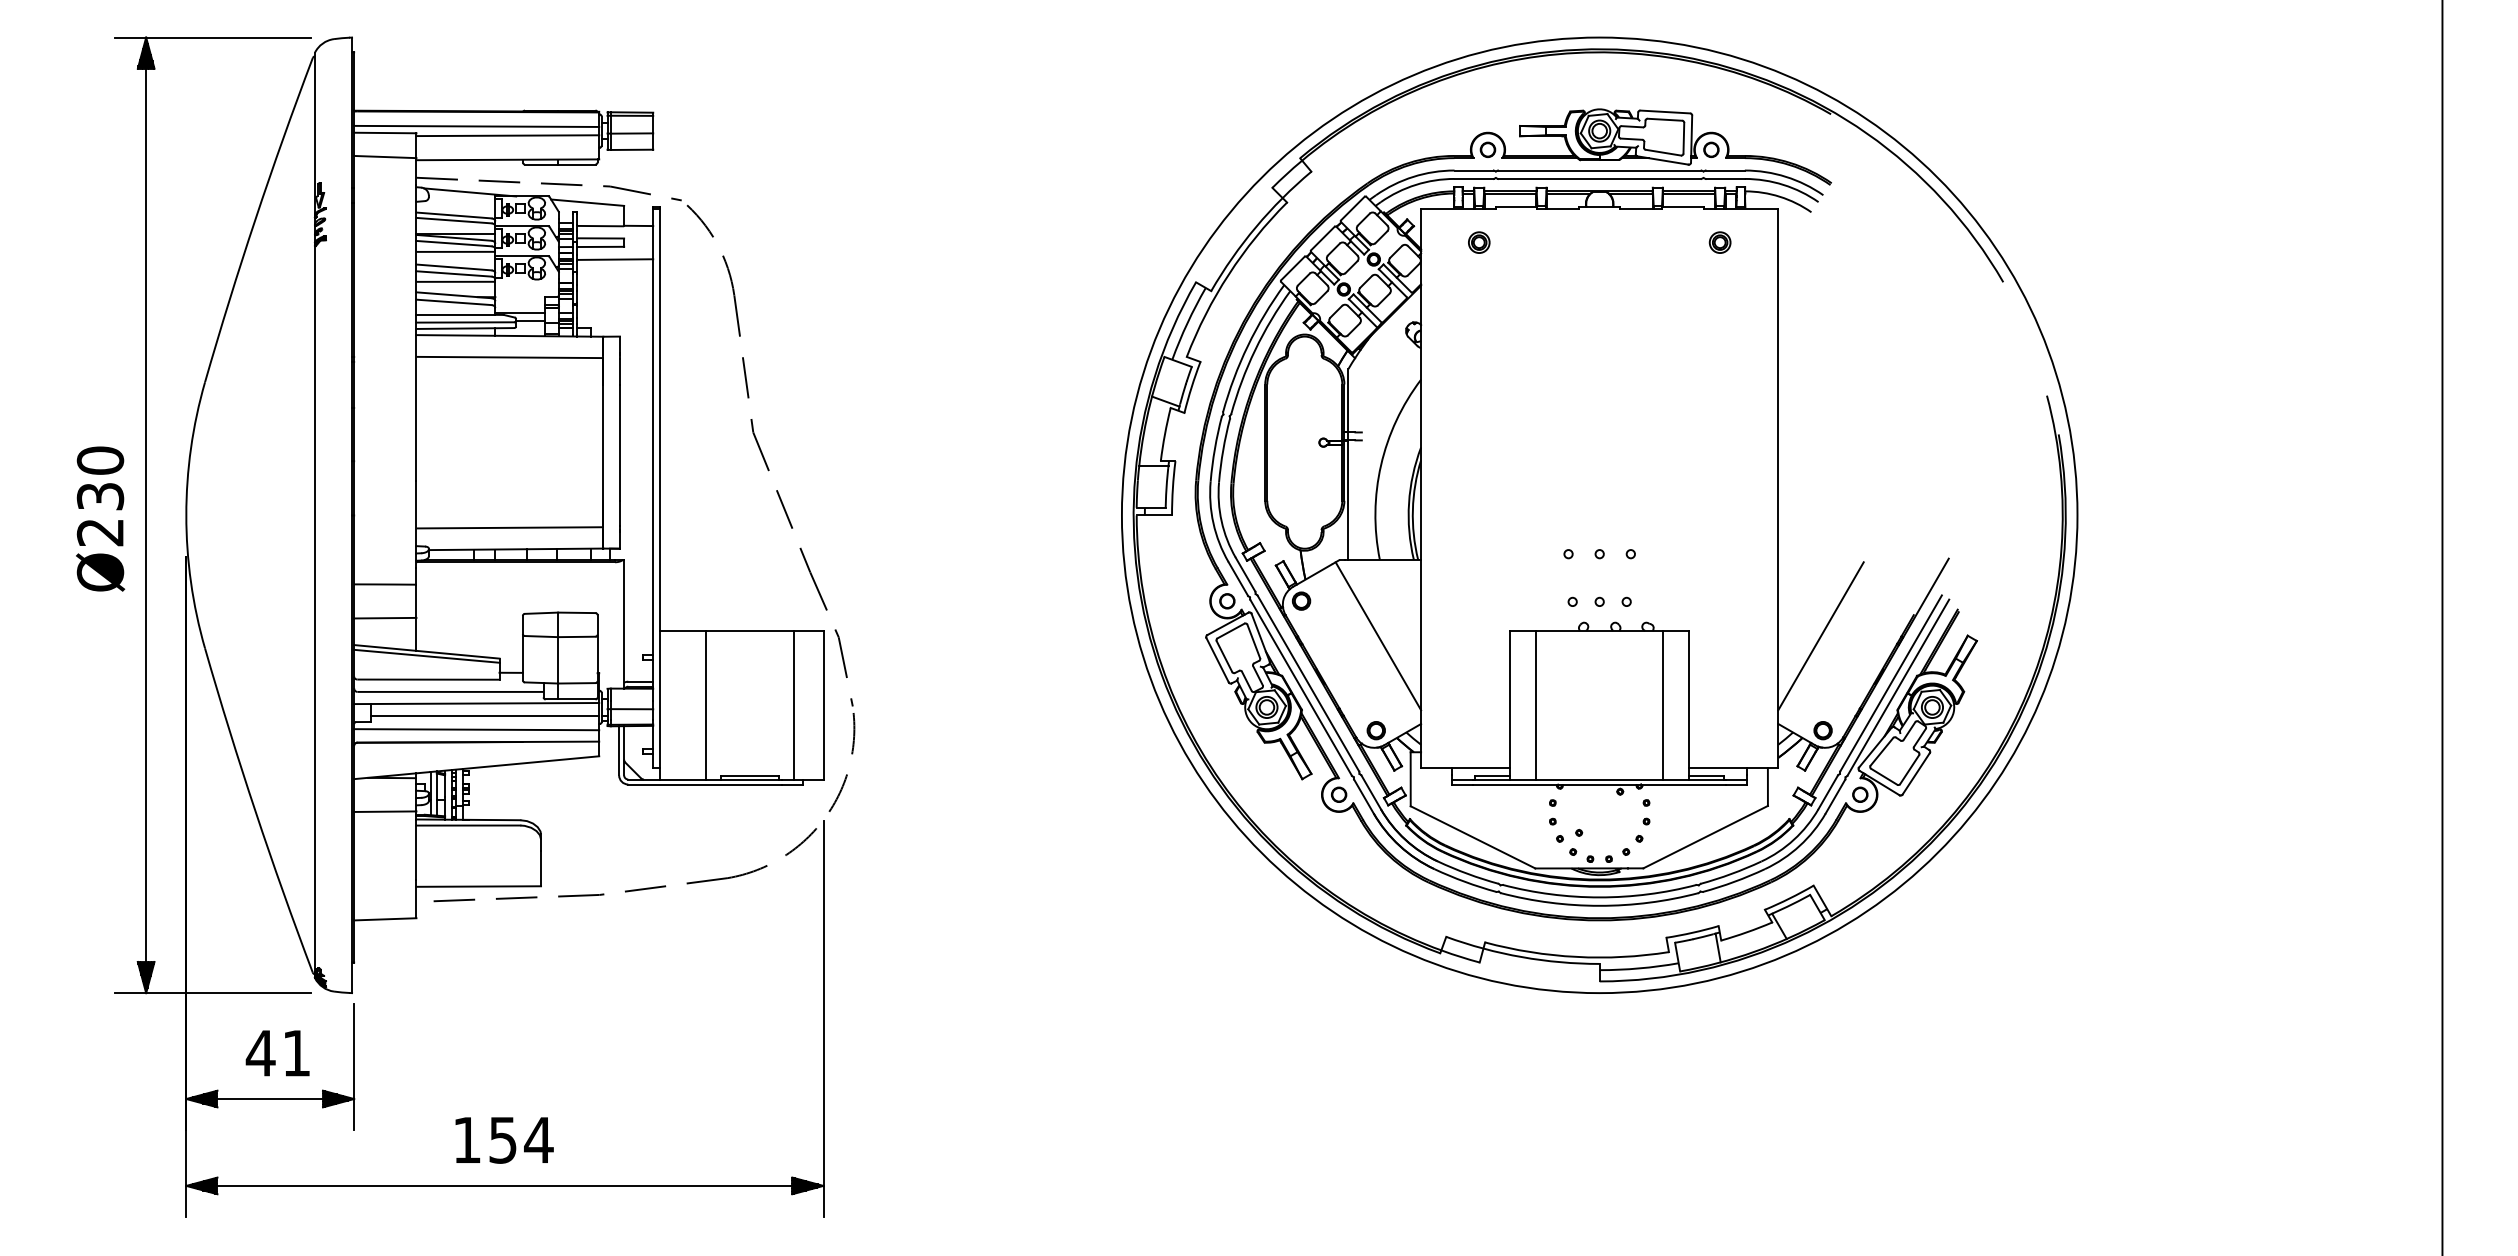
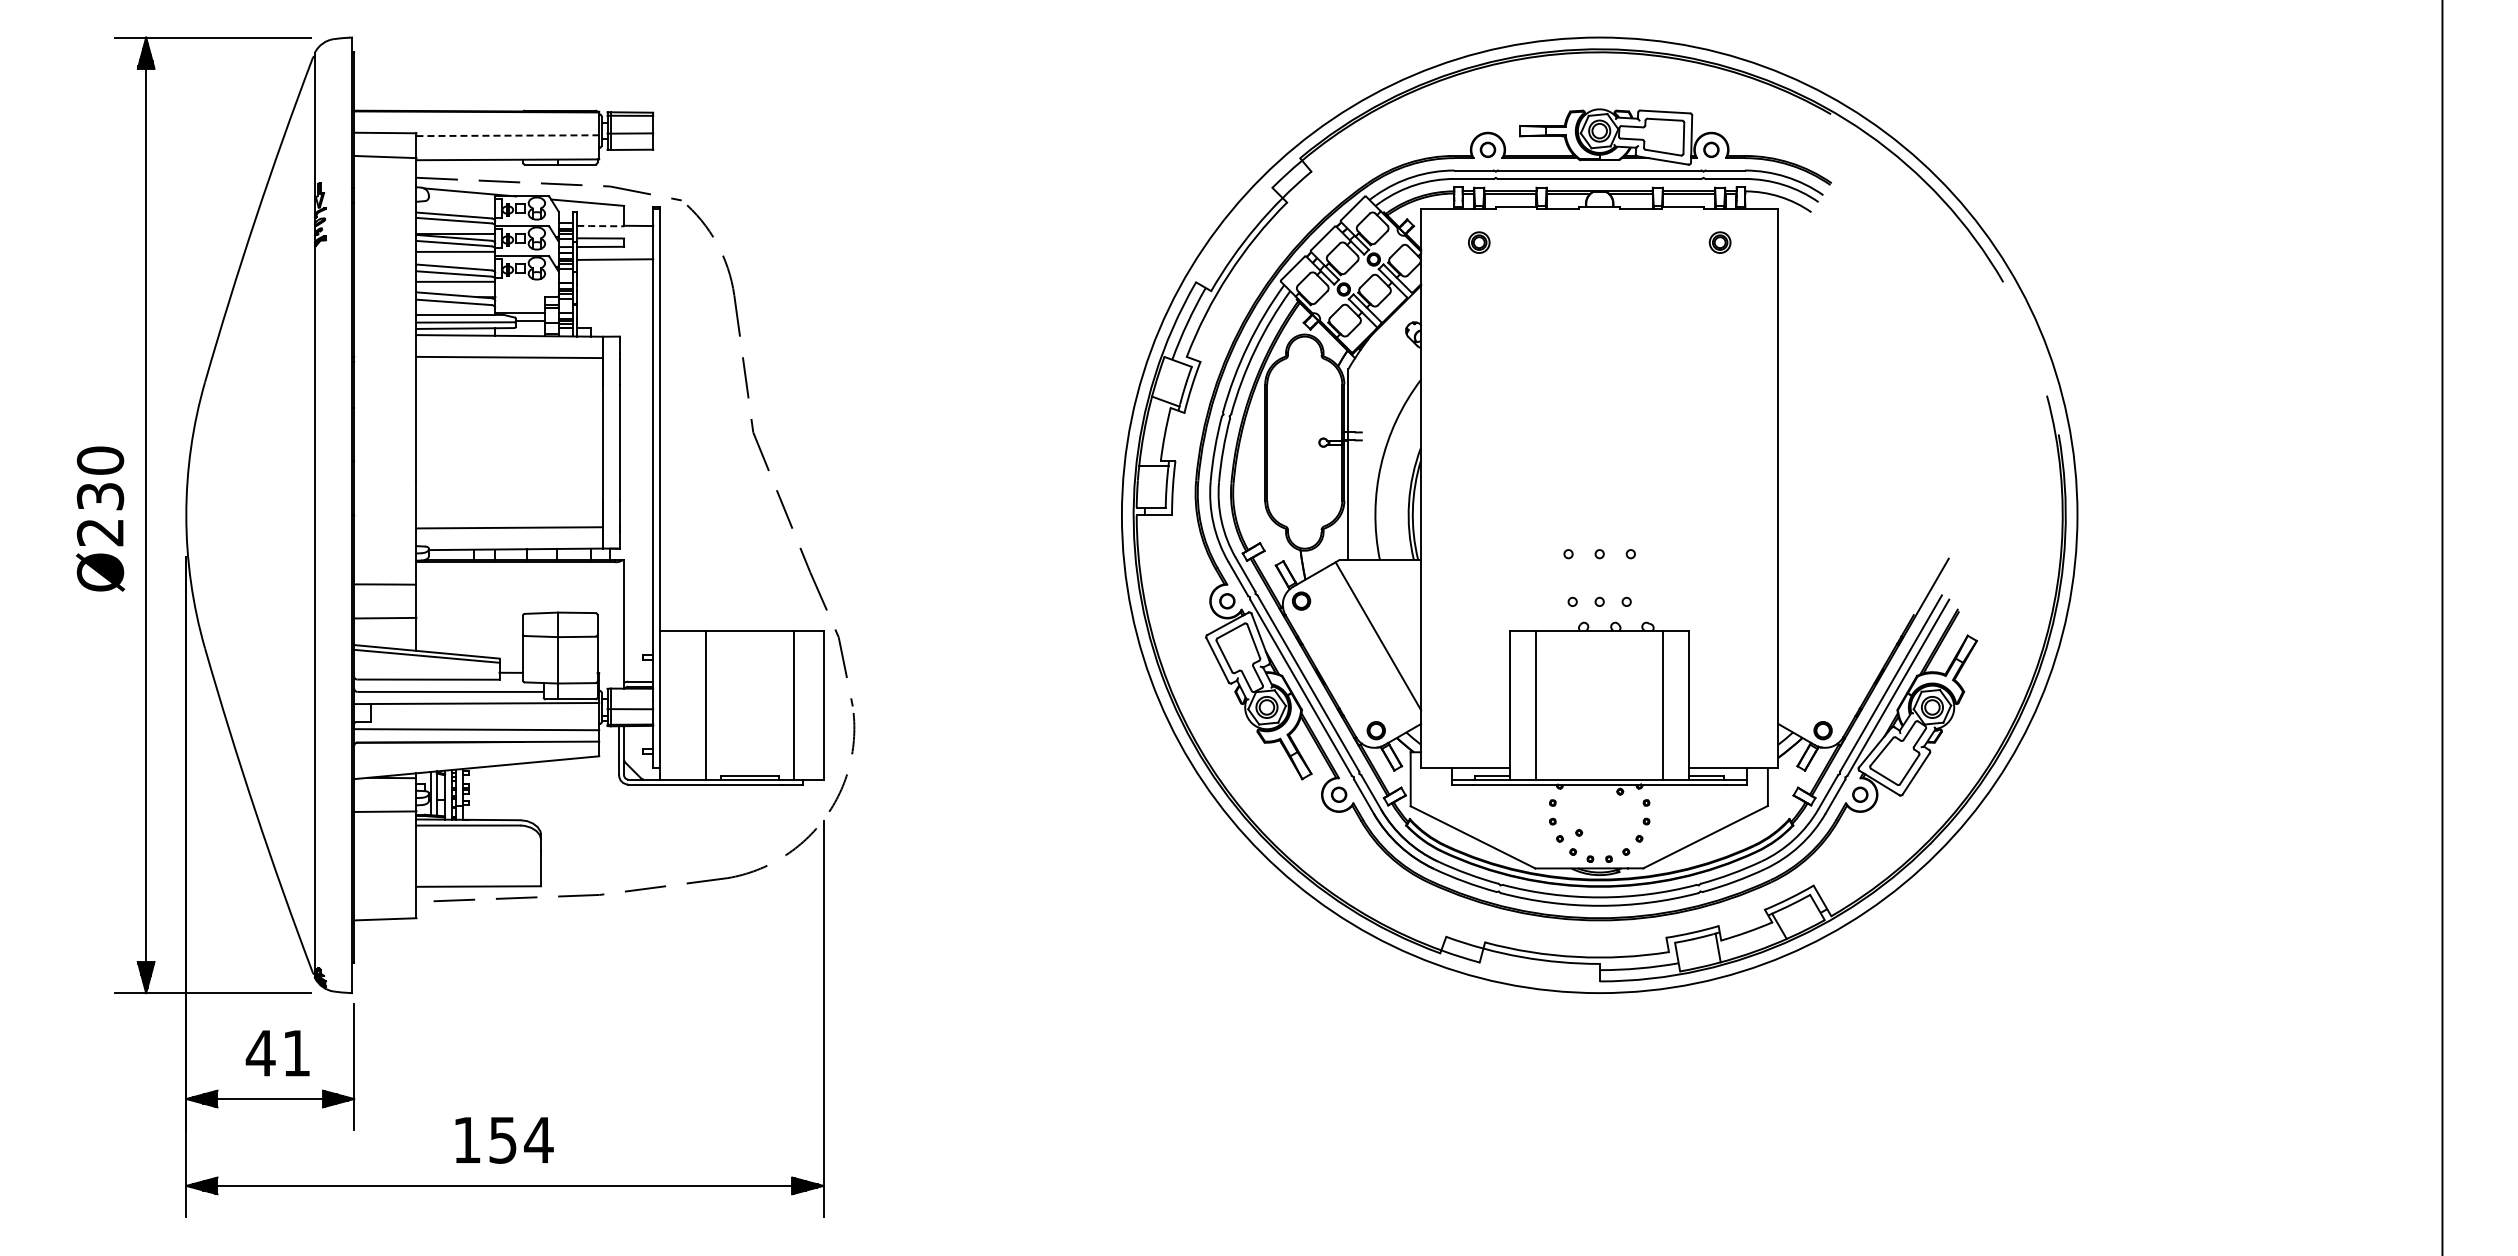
line at (476, 125): present -> none
line at (508, 135): solid -> dashed
line at (600, 226): solid -> dashed
line at (1820, 636): present -> none
line at (484, 715): present -> none
